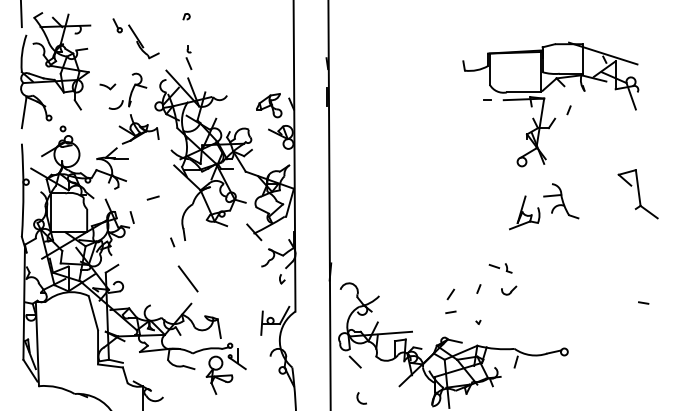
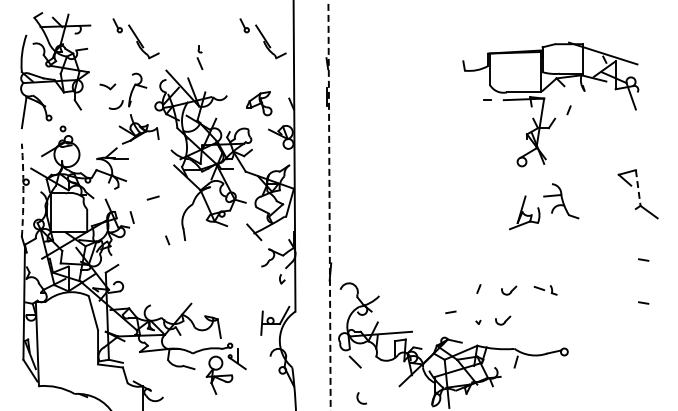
line at (21, 14): present -> none
part at (186, 16): present -> none
part at (262, 38): none -> present
part at (188, 57) position: (188, 57) -> (199, 57)
part at (269, 105) position: (269, 105) -> (259, 103)
line at (638, 188): solid -> dashed
arc at (23, 190): solid -> dashed
line at (329, 205): solid -> dashed
line at (172, 242) position: (172, 242) -> (167, 240)
line at (643, 259): none -> present
part at (500, 268) position: (500, 268) -> (545, 290)
line at (187, 278): present -> none
line at (450, 294): present -> none
part at (503, 320): none -> present
